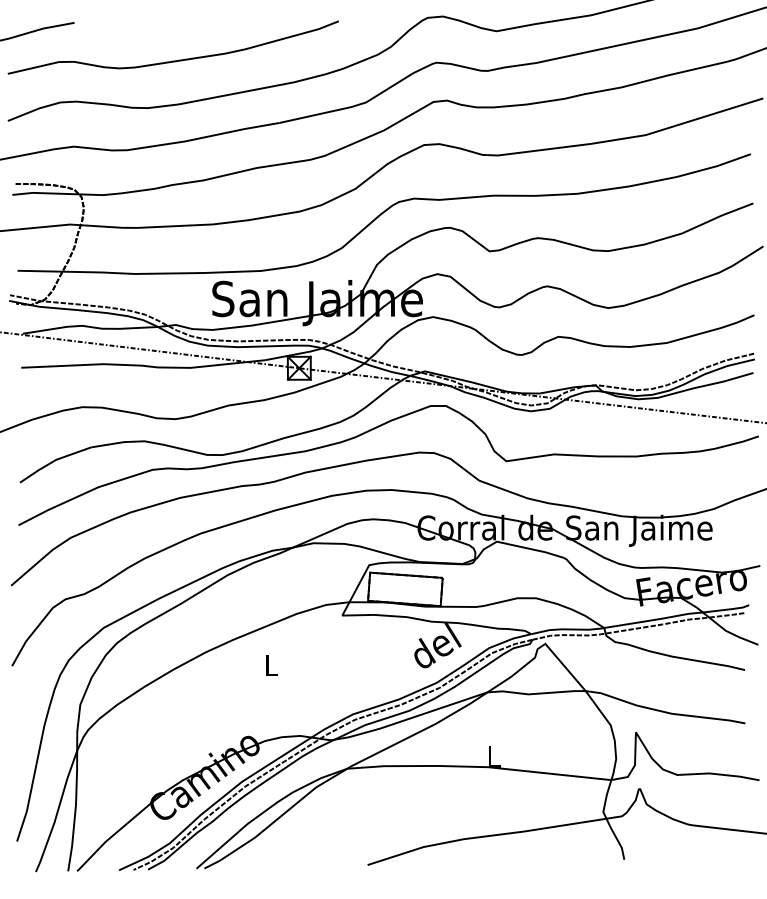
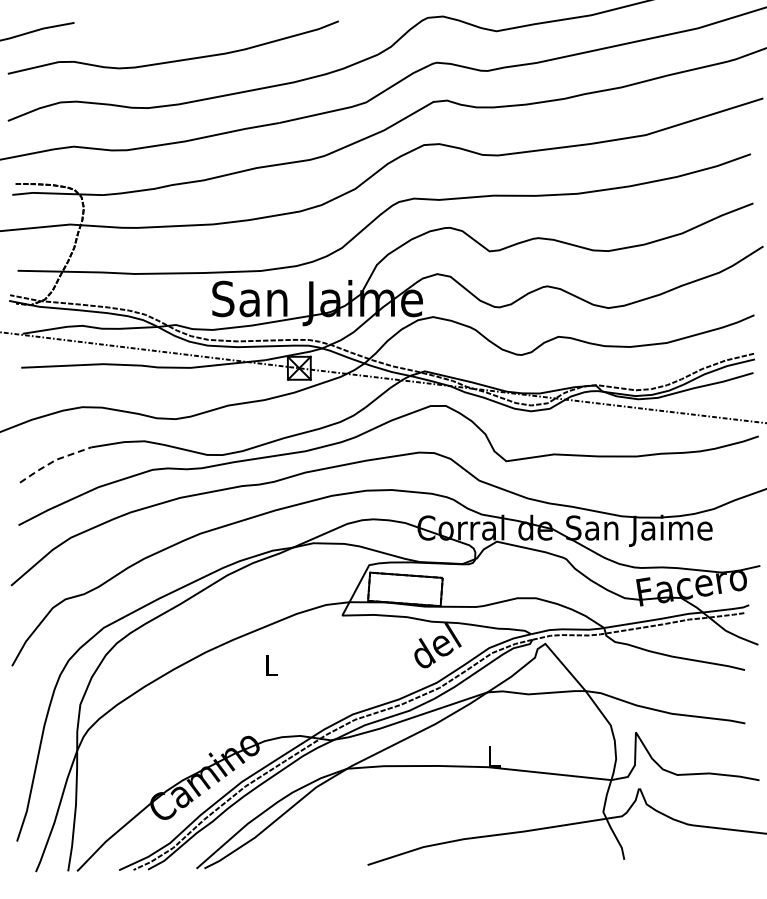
line at (53, 461): solid -> dashed
